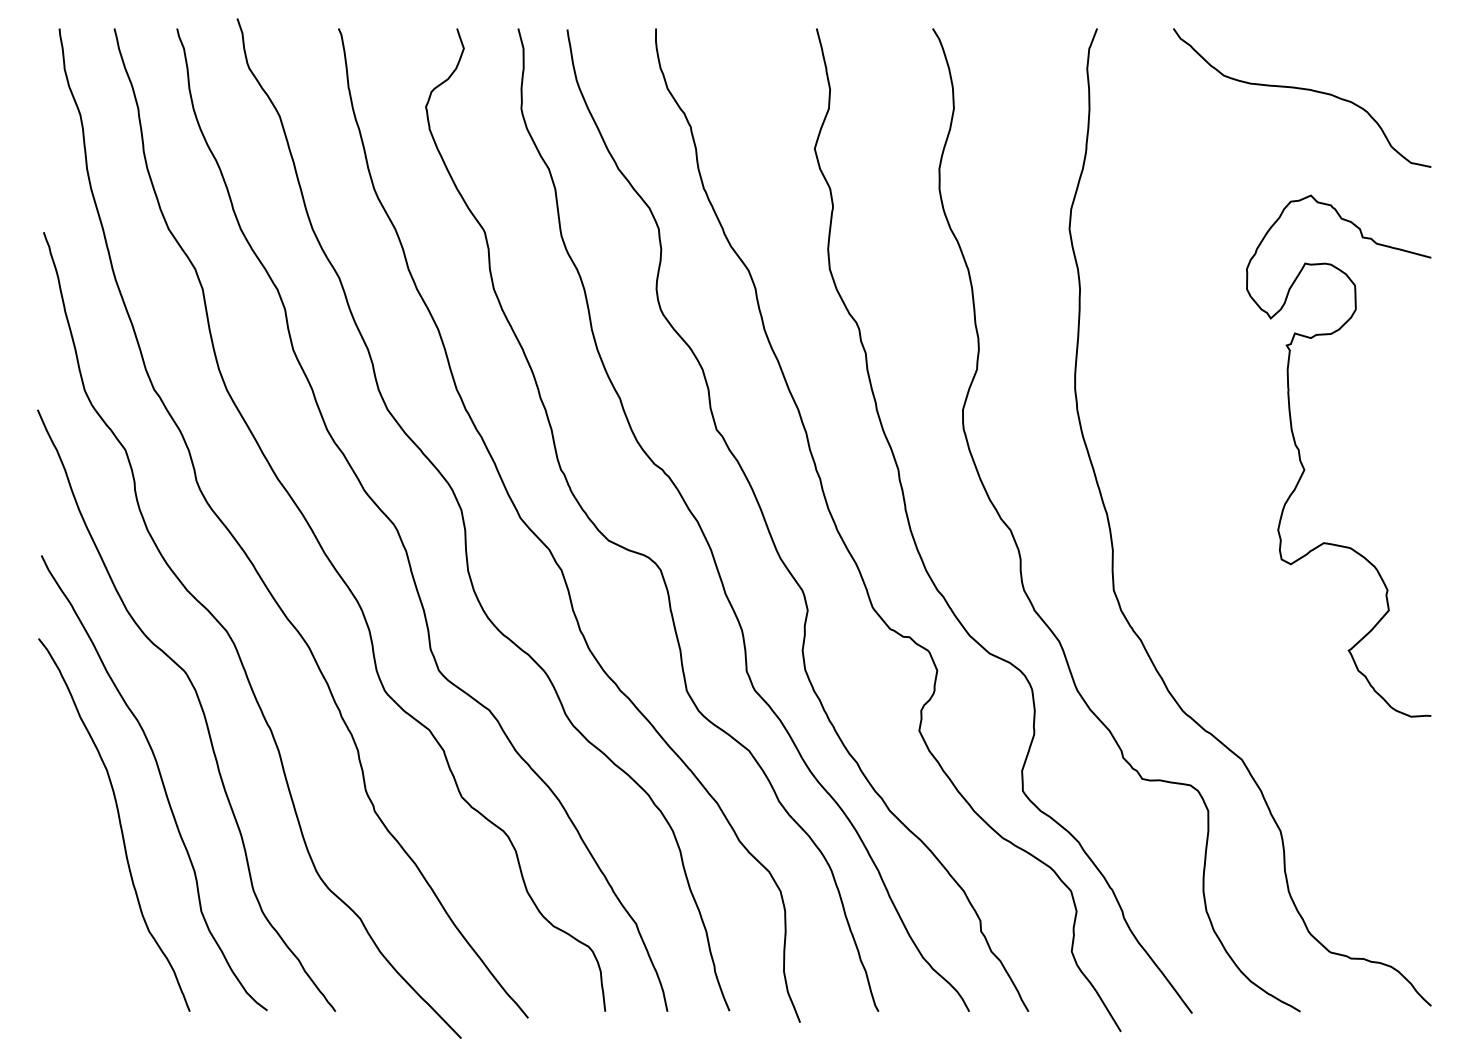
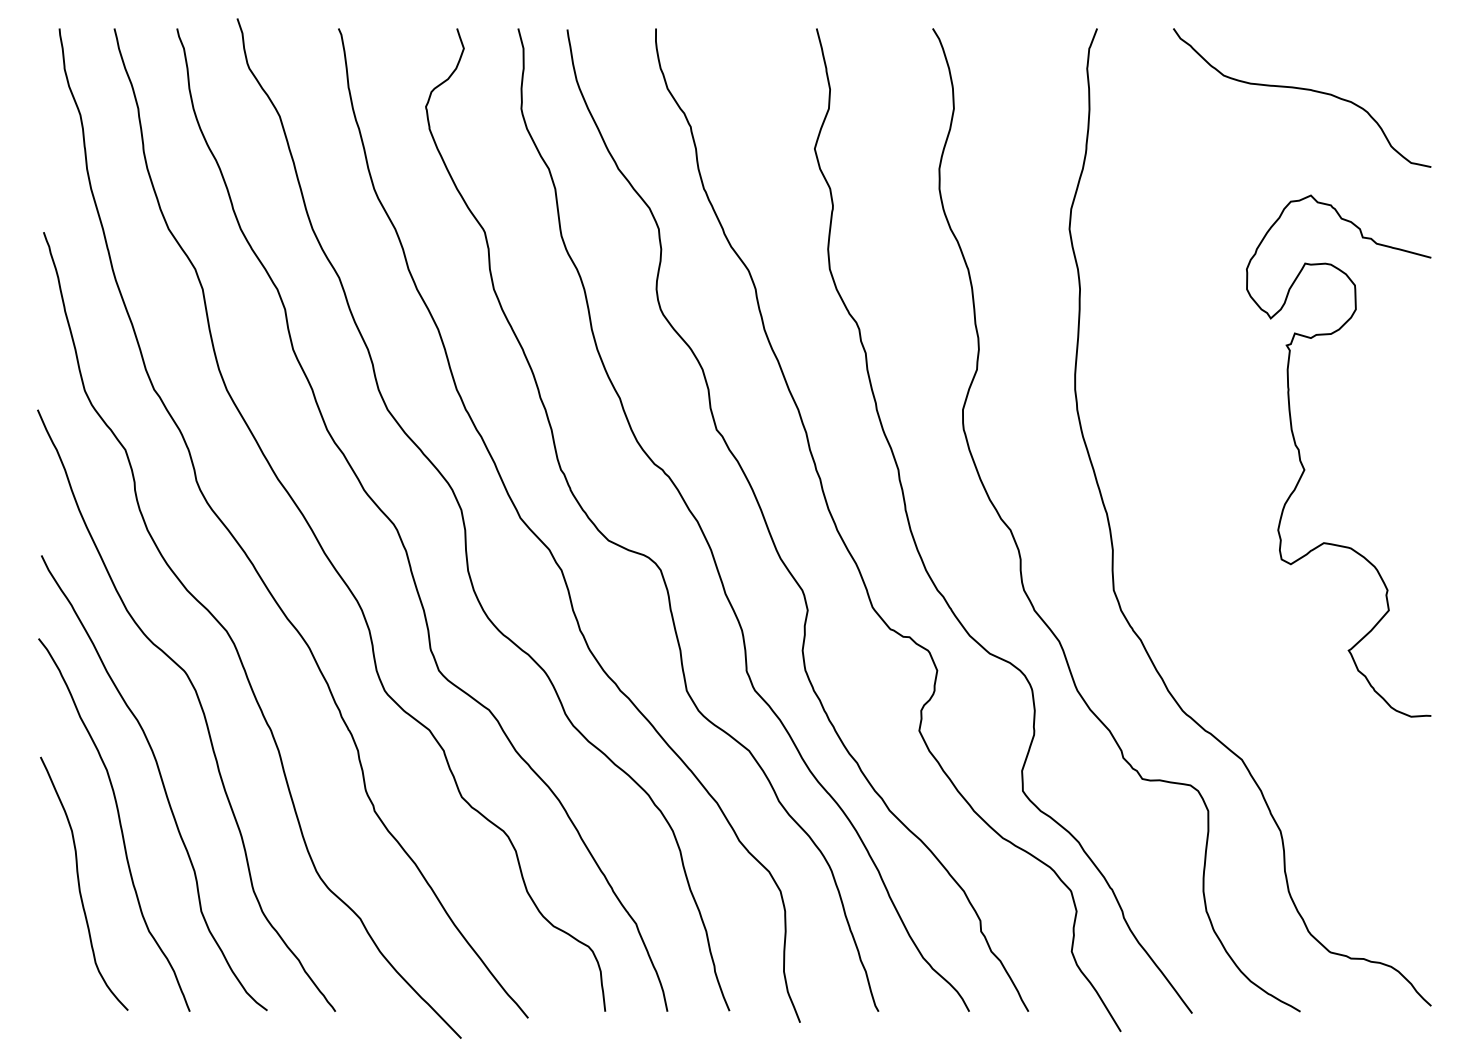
curve at (79, 883): none -> present
